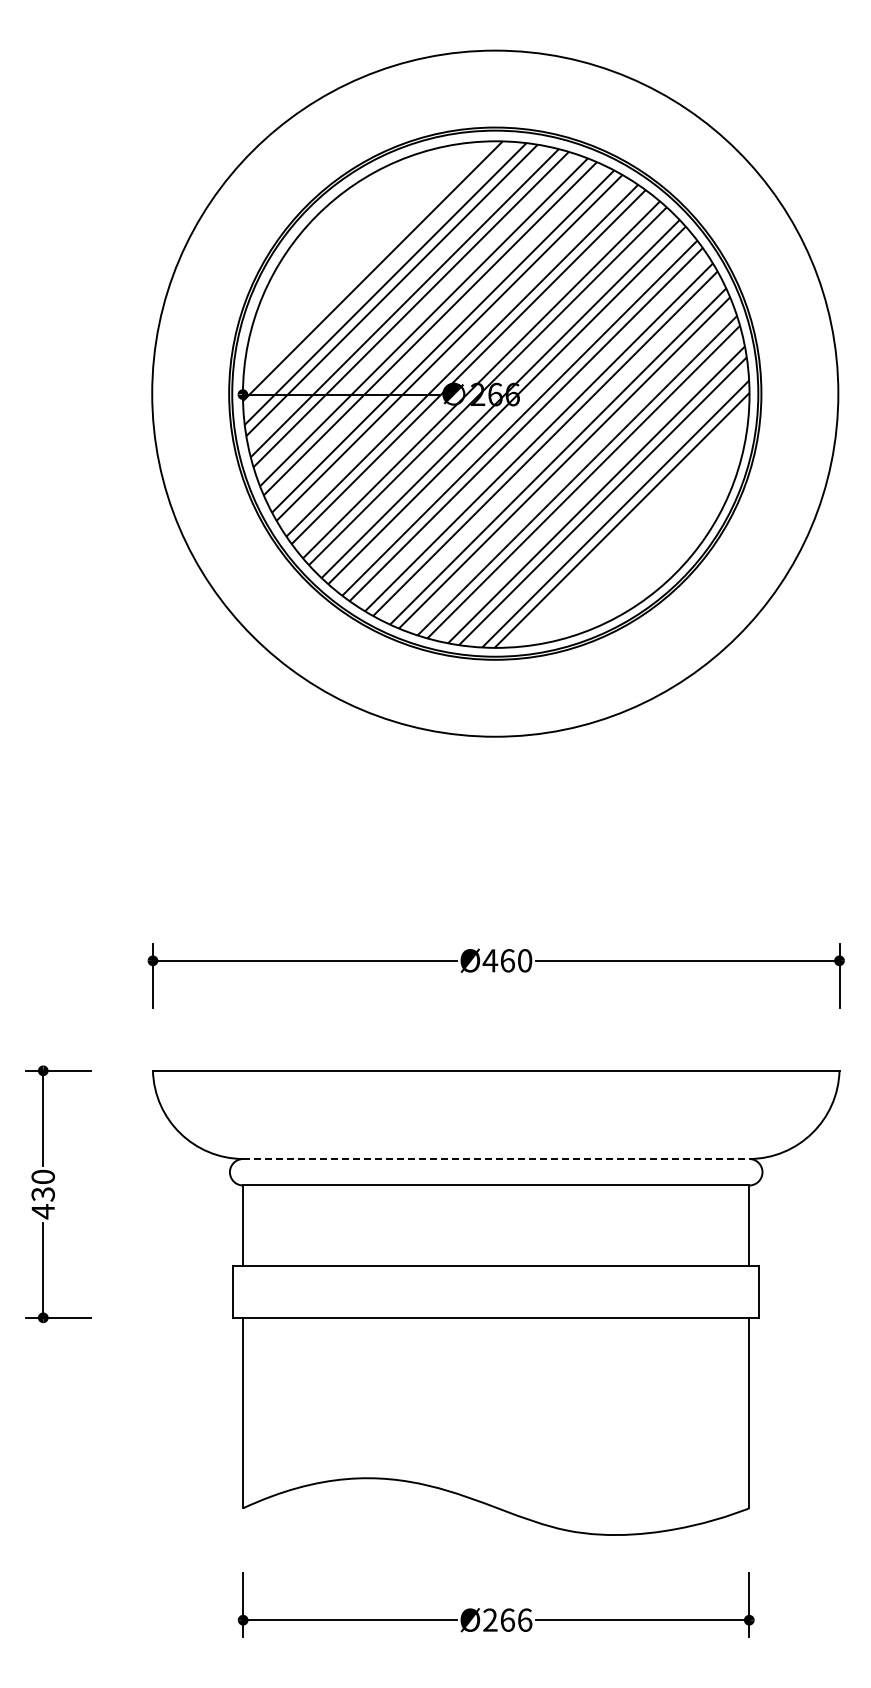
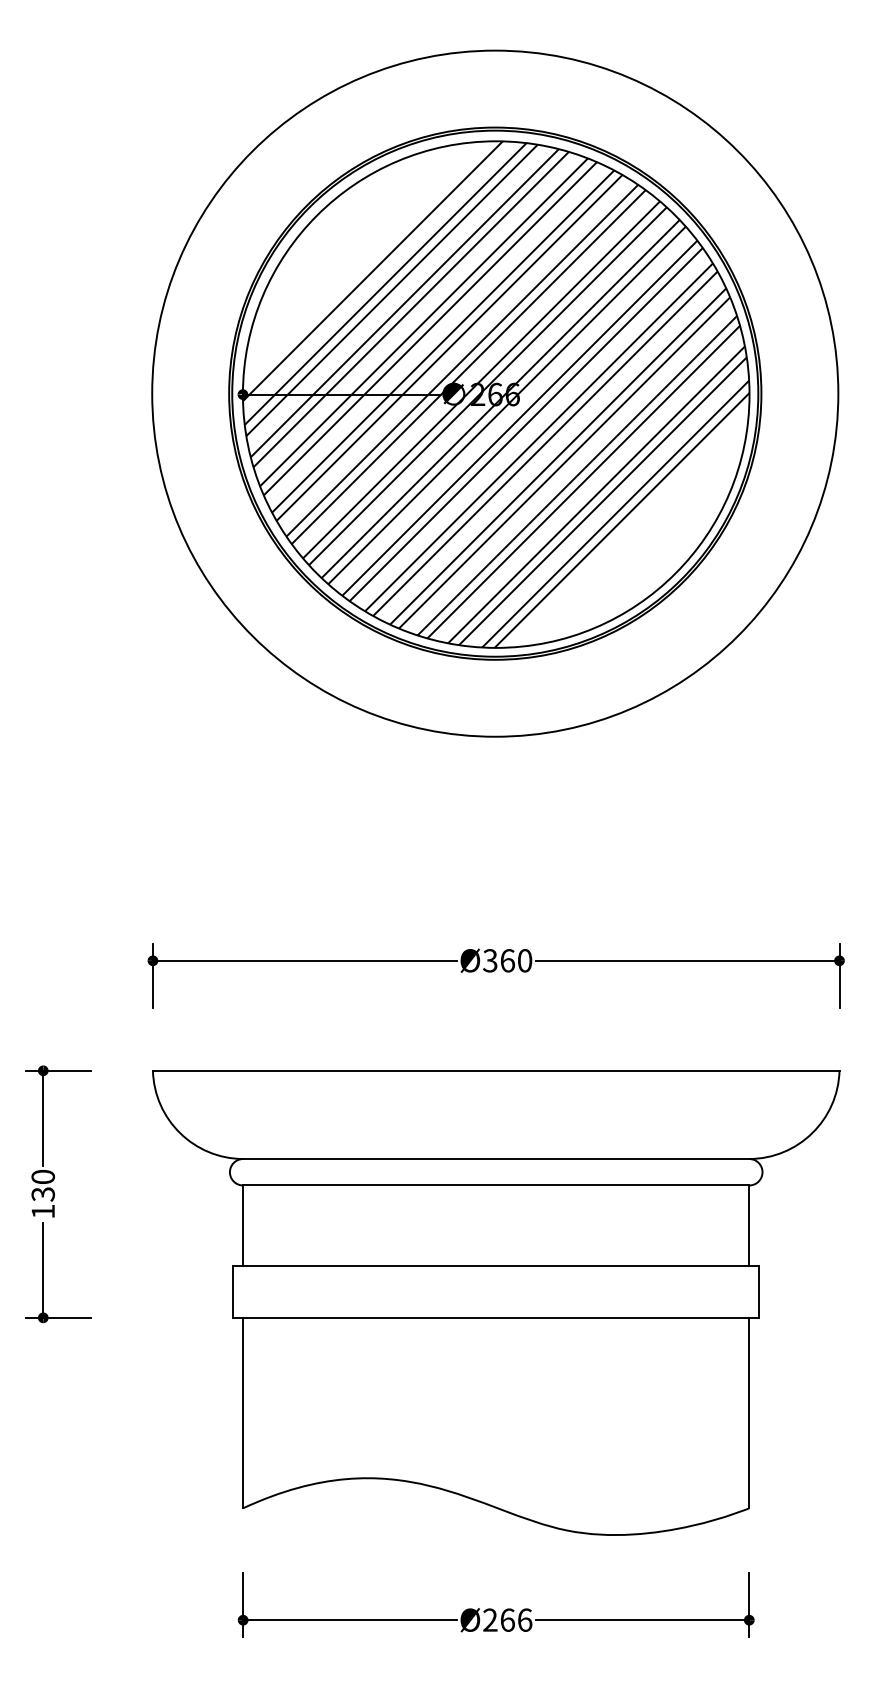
text at (490, 960): Ø460 -> Ø360
line at (496, 1159): dashed -> solid
text at (42, 1211): 430 -> 130
